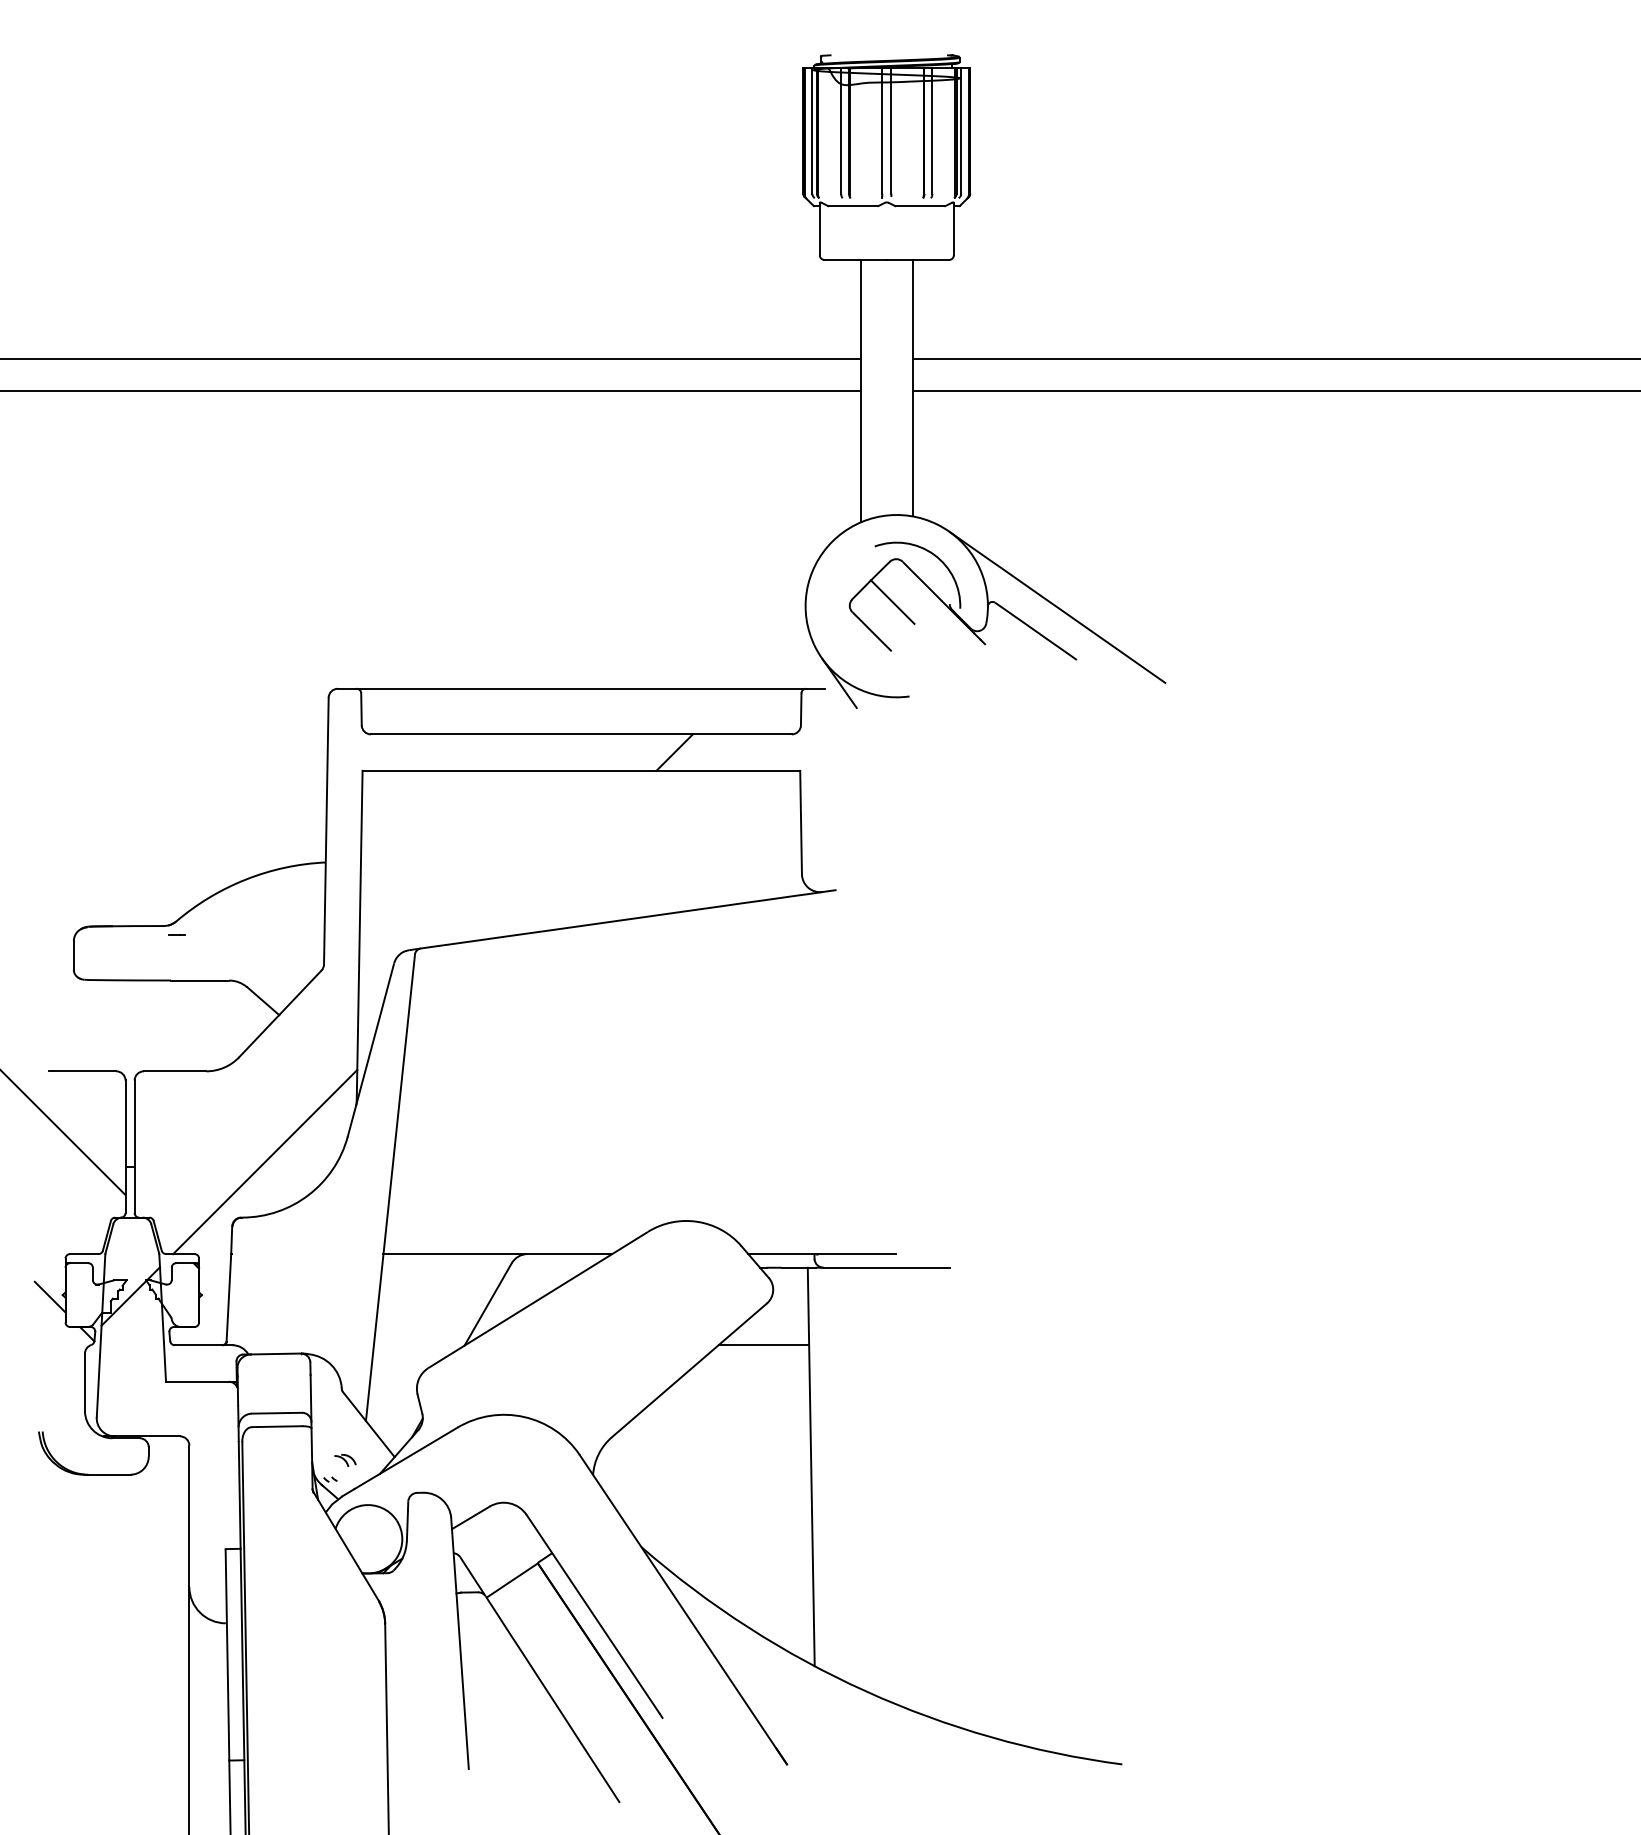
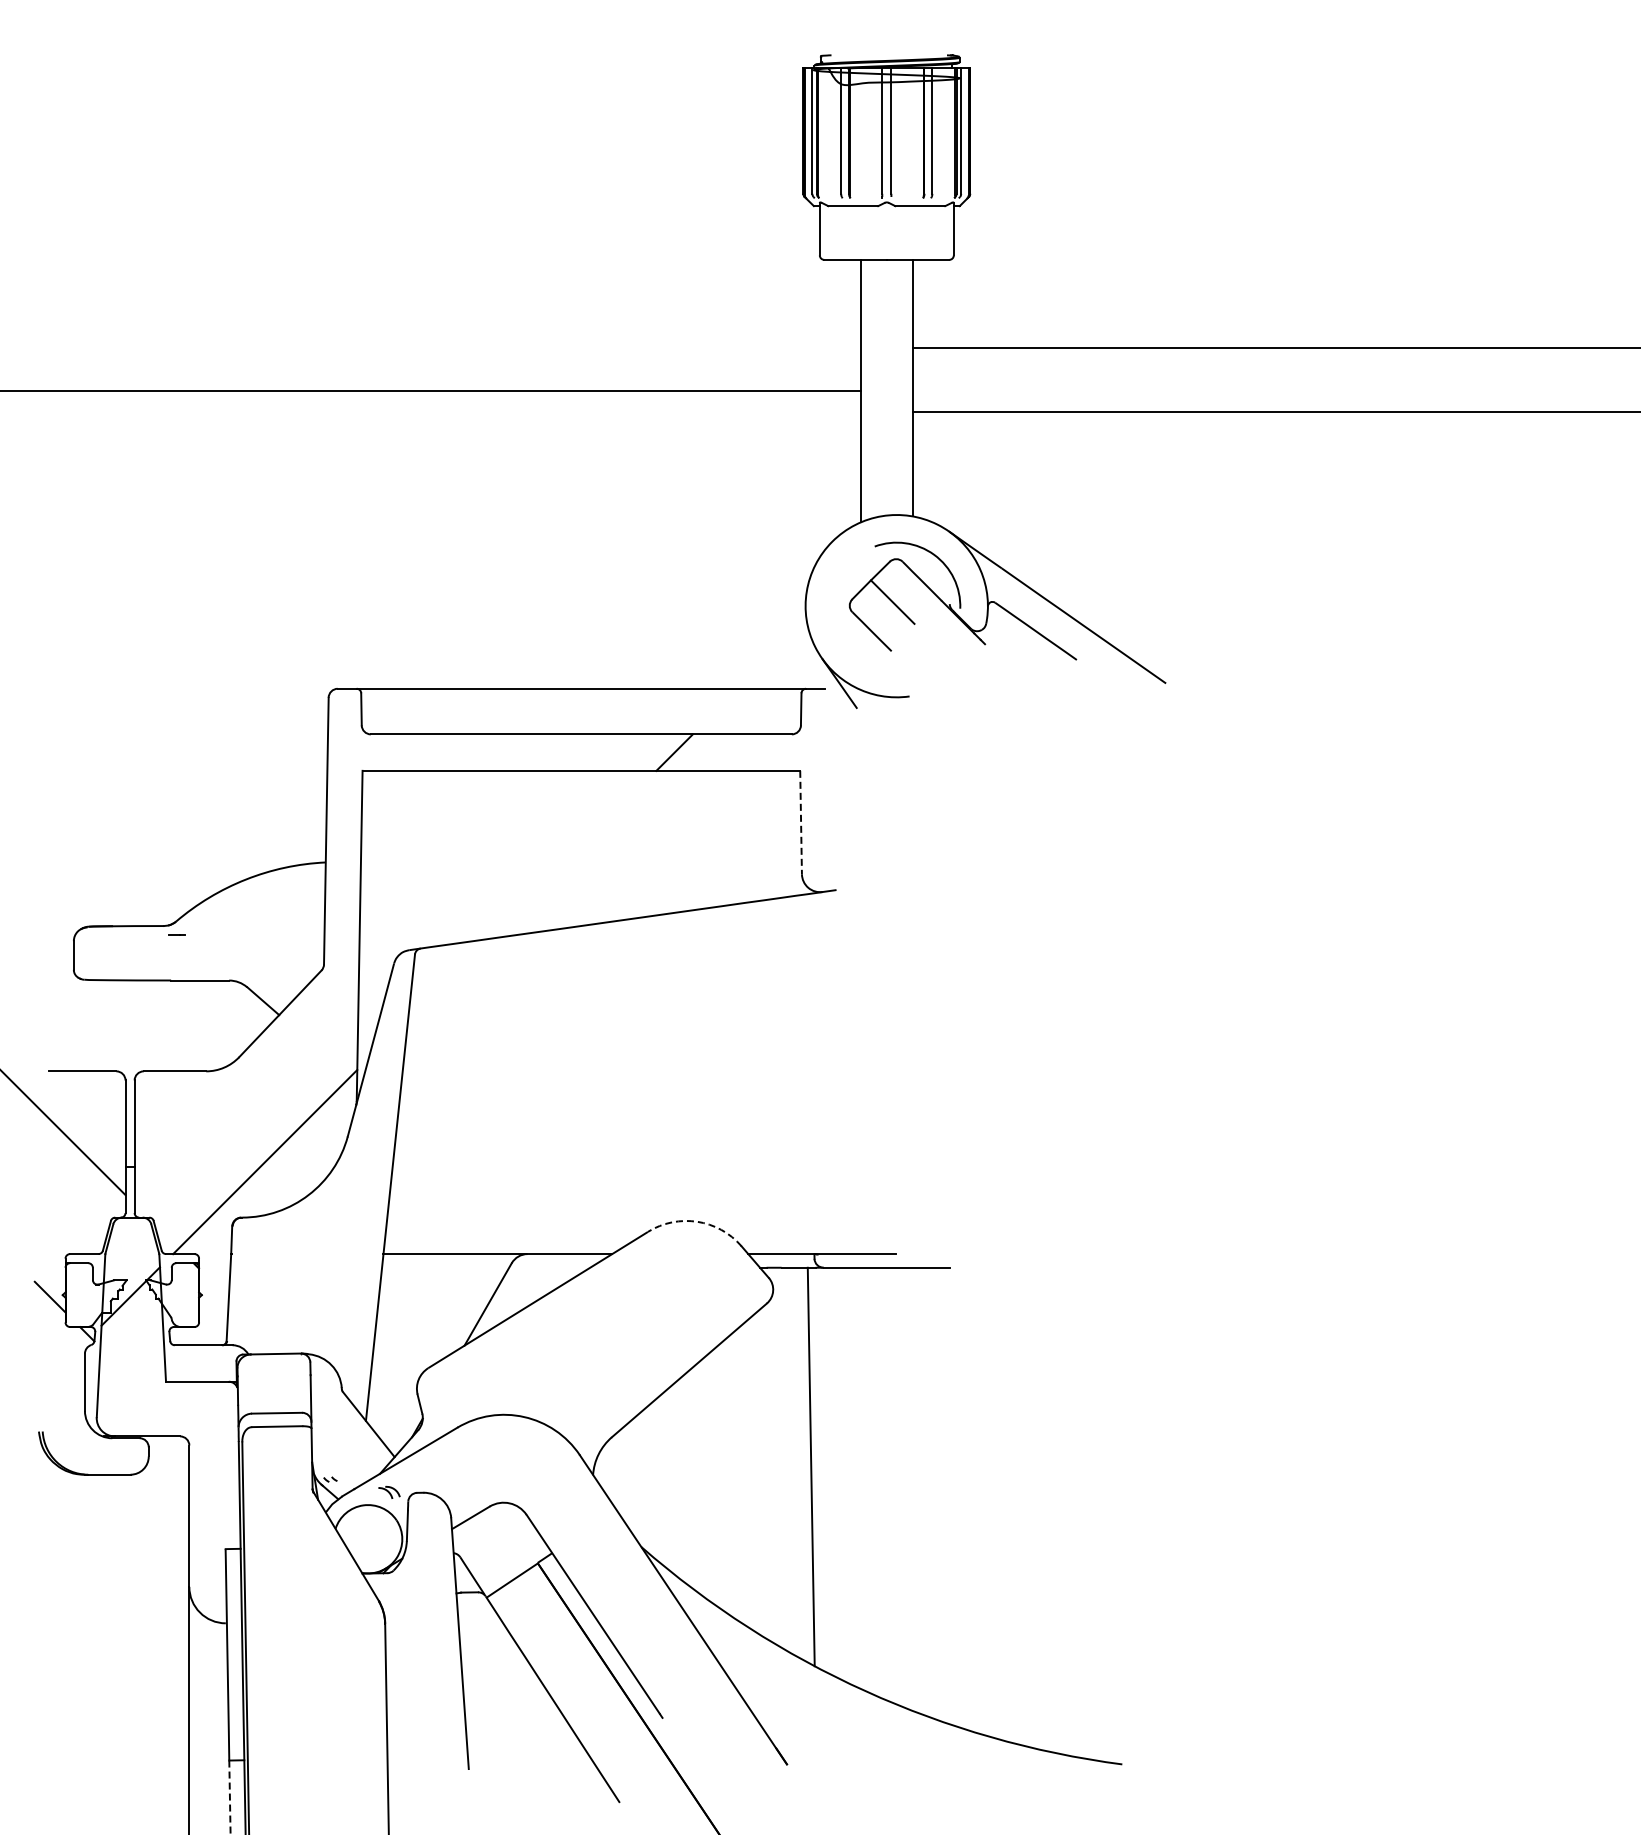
line at (431, 358): present -> none
line at (1274, 358) position: (1274, 358) -> (1274, 347)
line at (1274, 391) position: (1274, 391) -> (1274, 412)
line at (801, 822): solid -> dashed
arc at (697, 1221): solid -> dashed
line at (763, 1345): present -> none
part at (345, 1459) position: (345, 1459) -> (389, 1491)
line at (229, 1797): solid -> dashed
